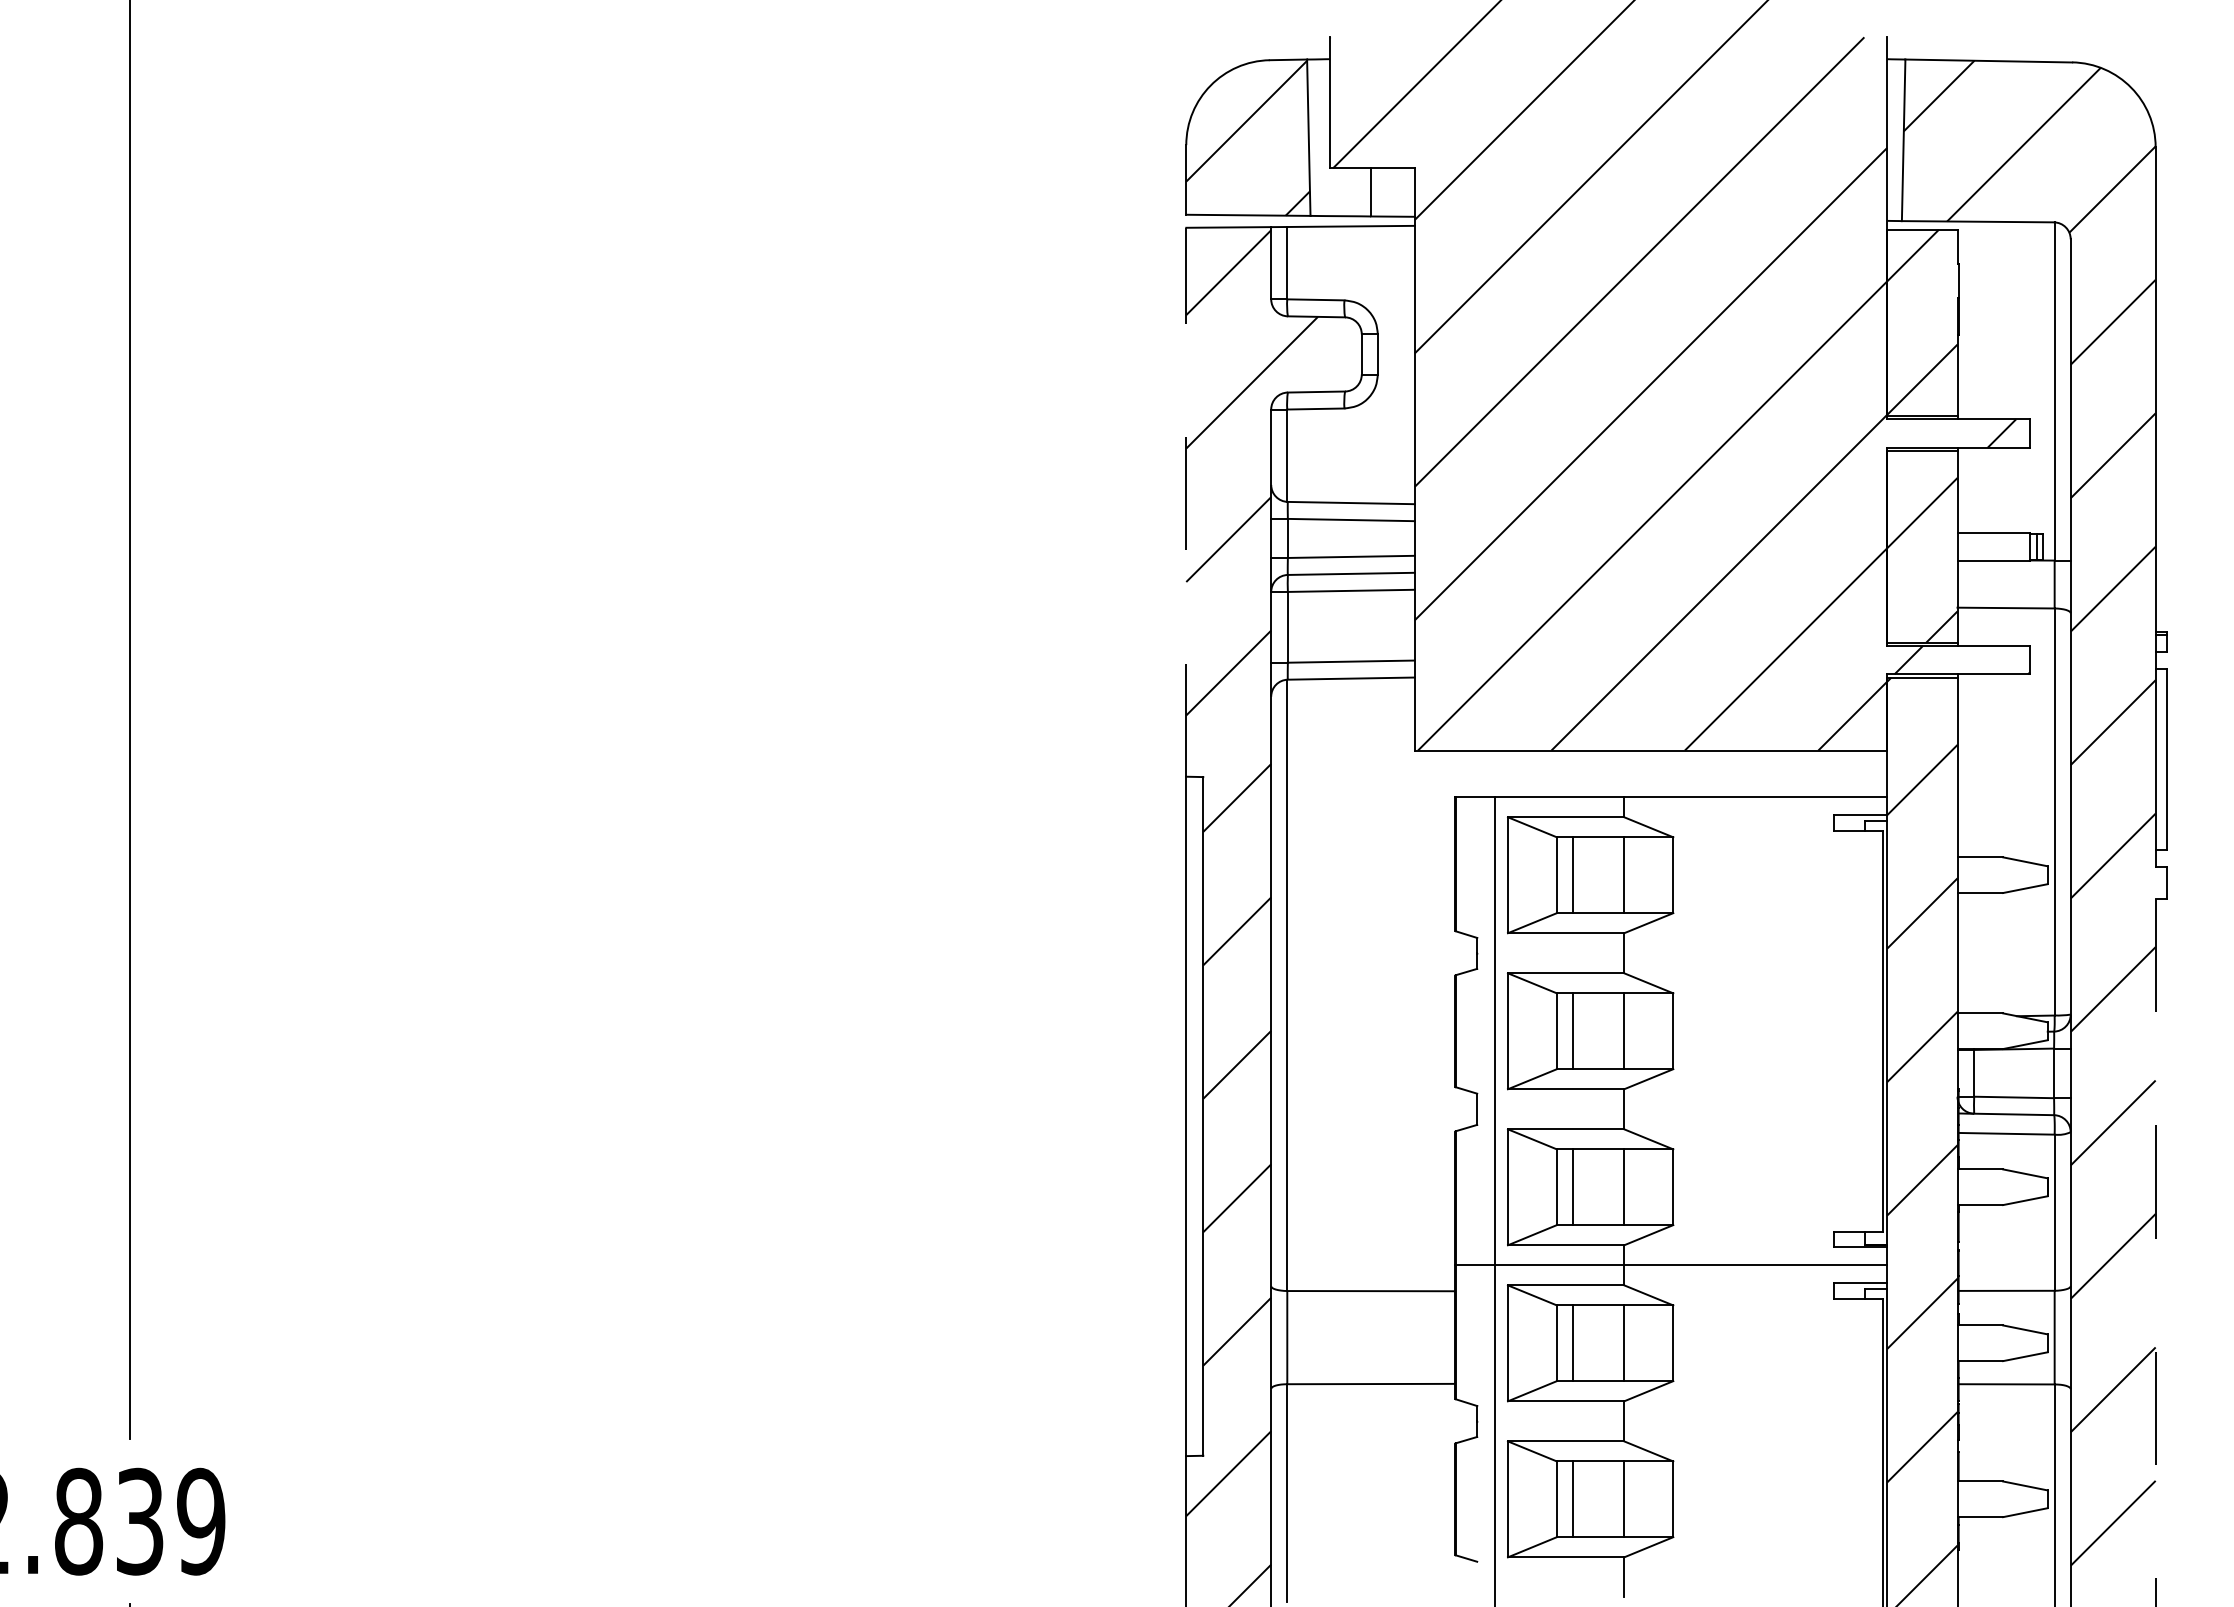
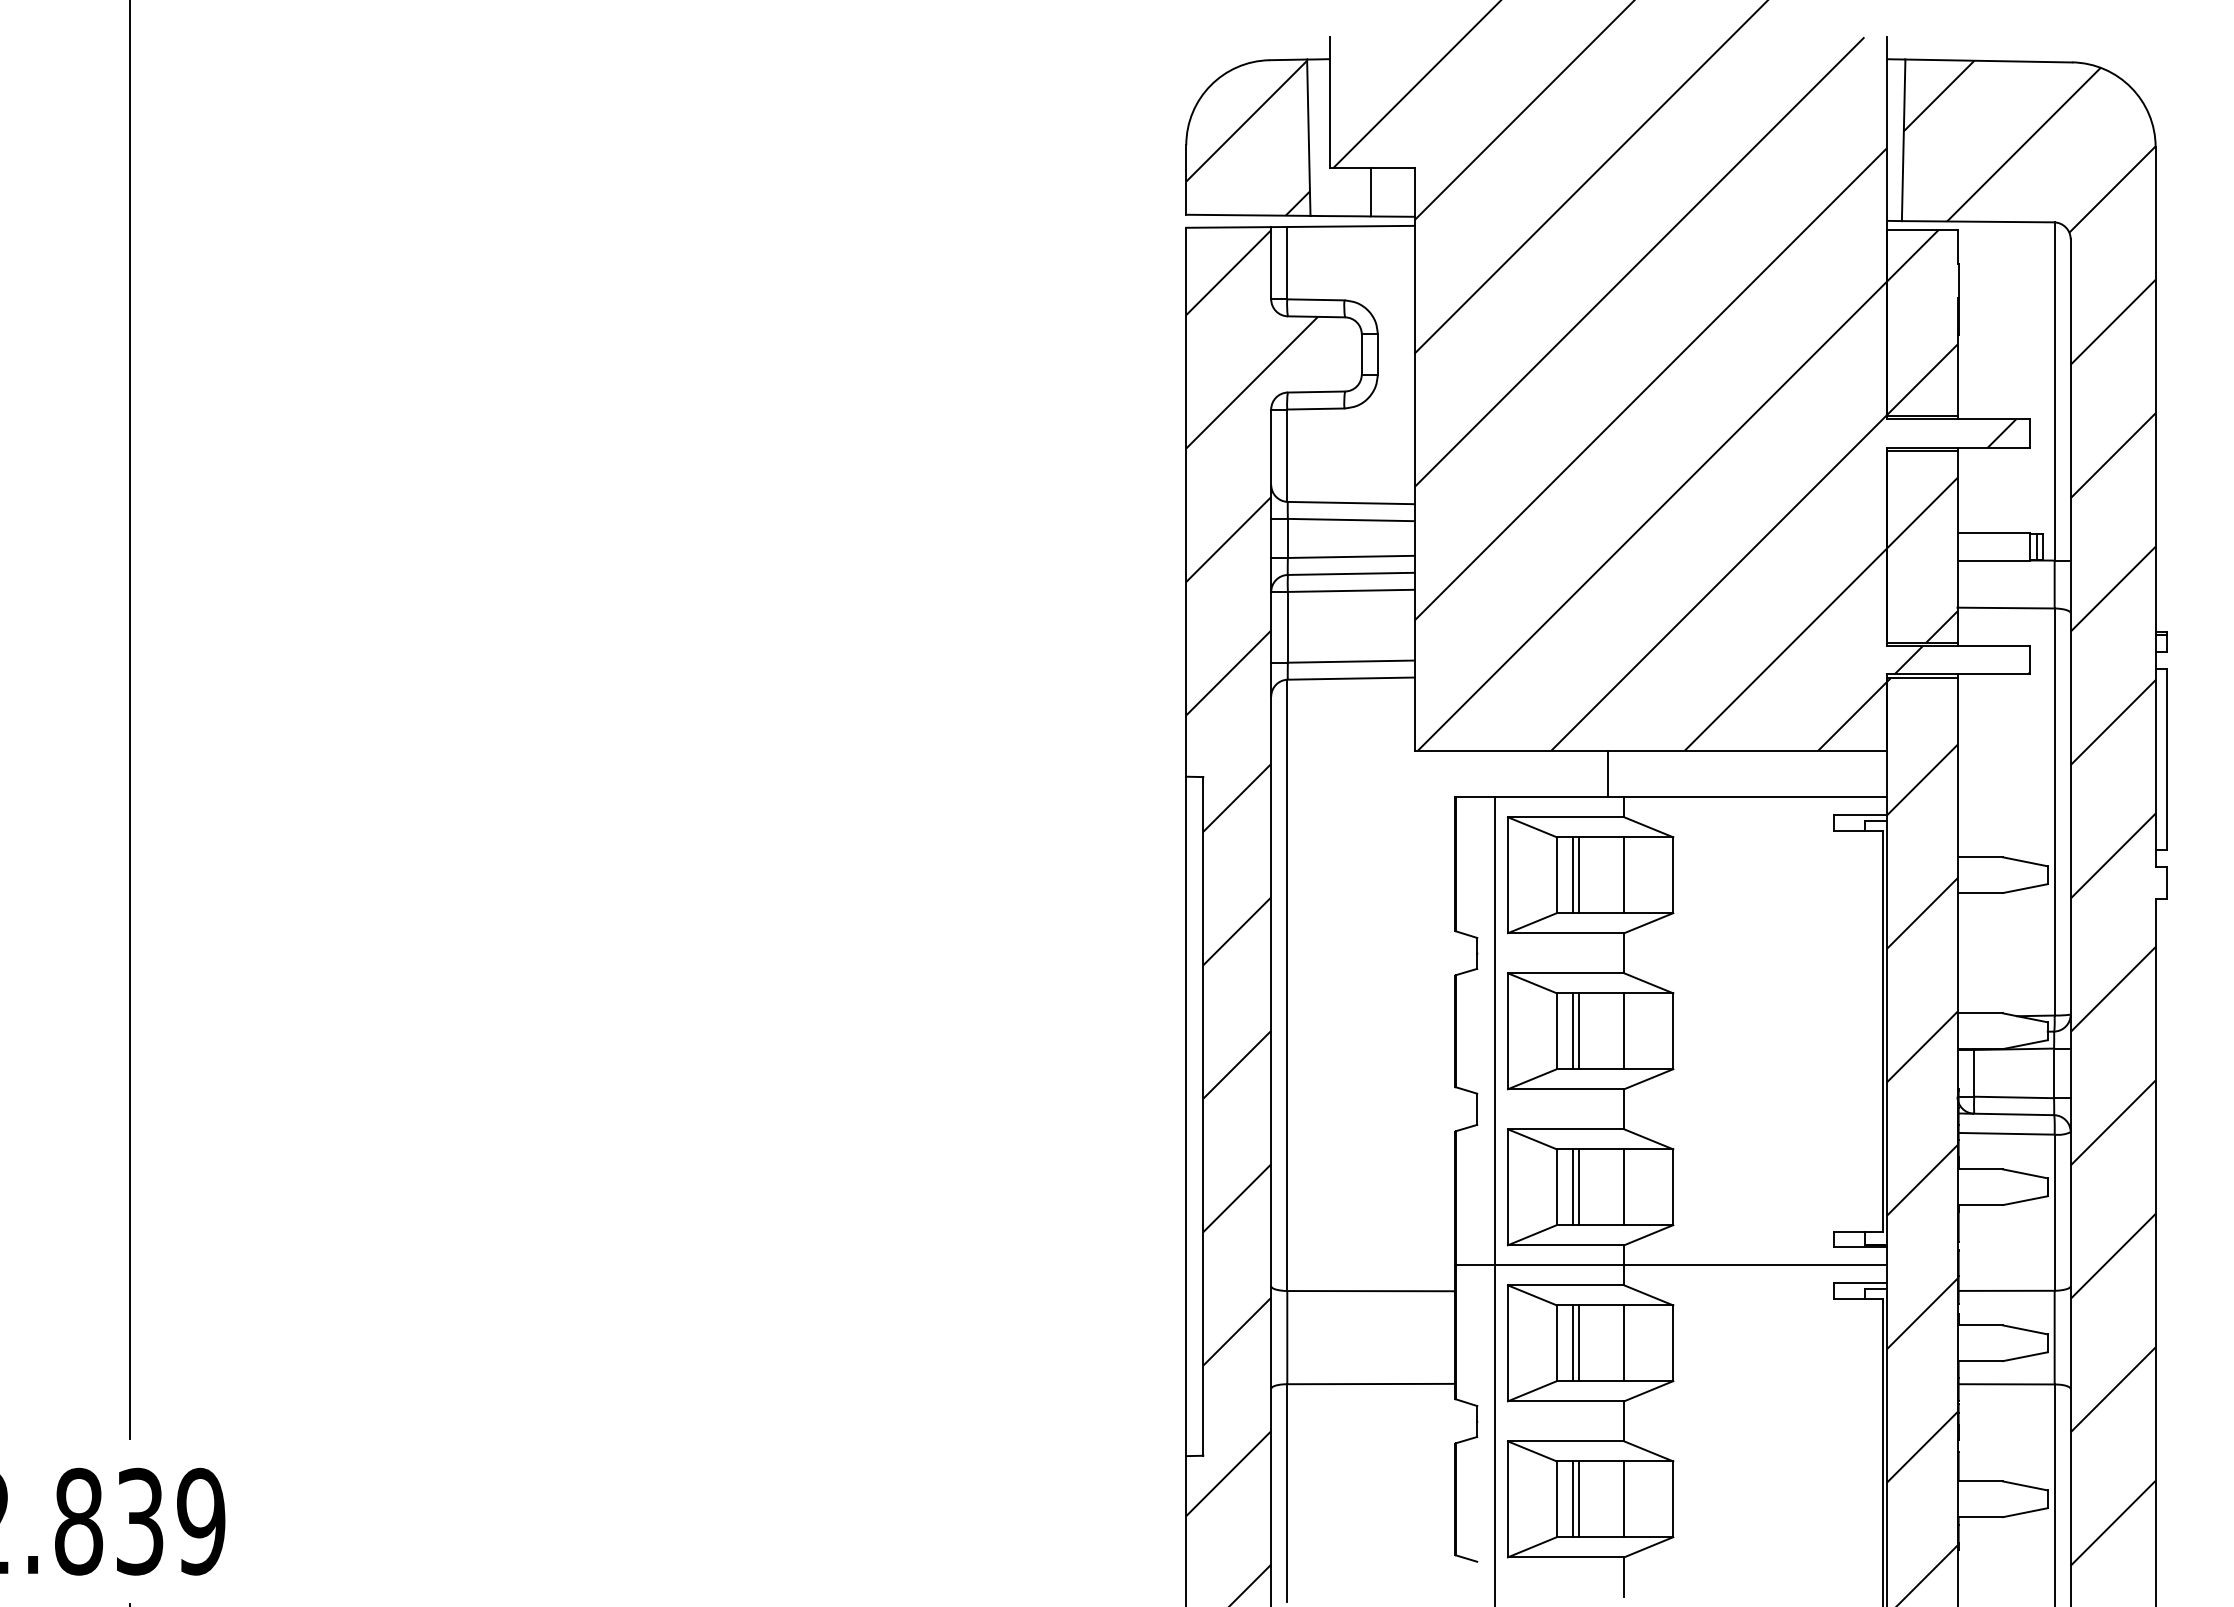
line at (1186, 501): dashed -> solid
line at (1607, 773): none -> present
line at (1578, 875): none -> present
line at (1578, 1031): none -> present
line at (1578, 1187): none -> present
line at (2155, 1252): dashed -> solid
line at (1578, 1343): none -> present
line at (1578, 1499): none -> present
